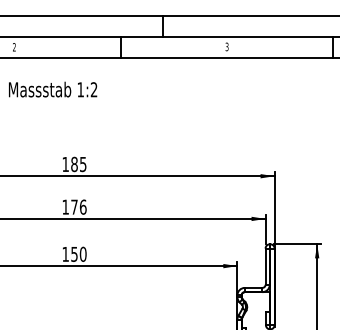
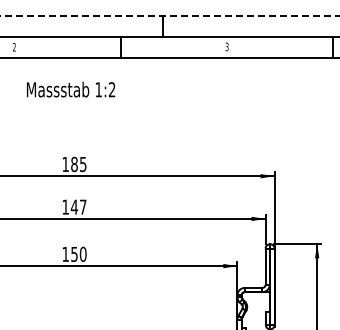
line at (170, 15): solid -> dashed
text at (53, 89) position: (53, 89) -> (71, 89)
text at (78, 206): 176 -> 147
